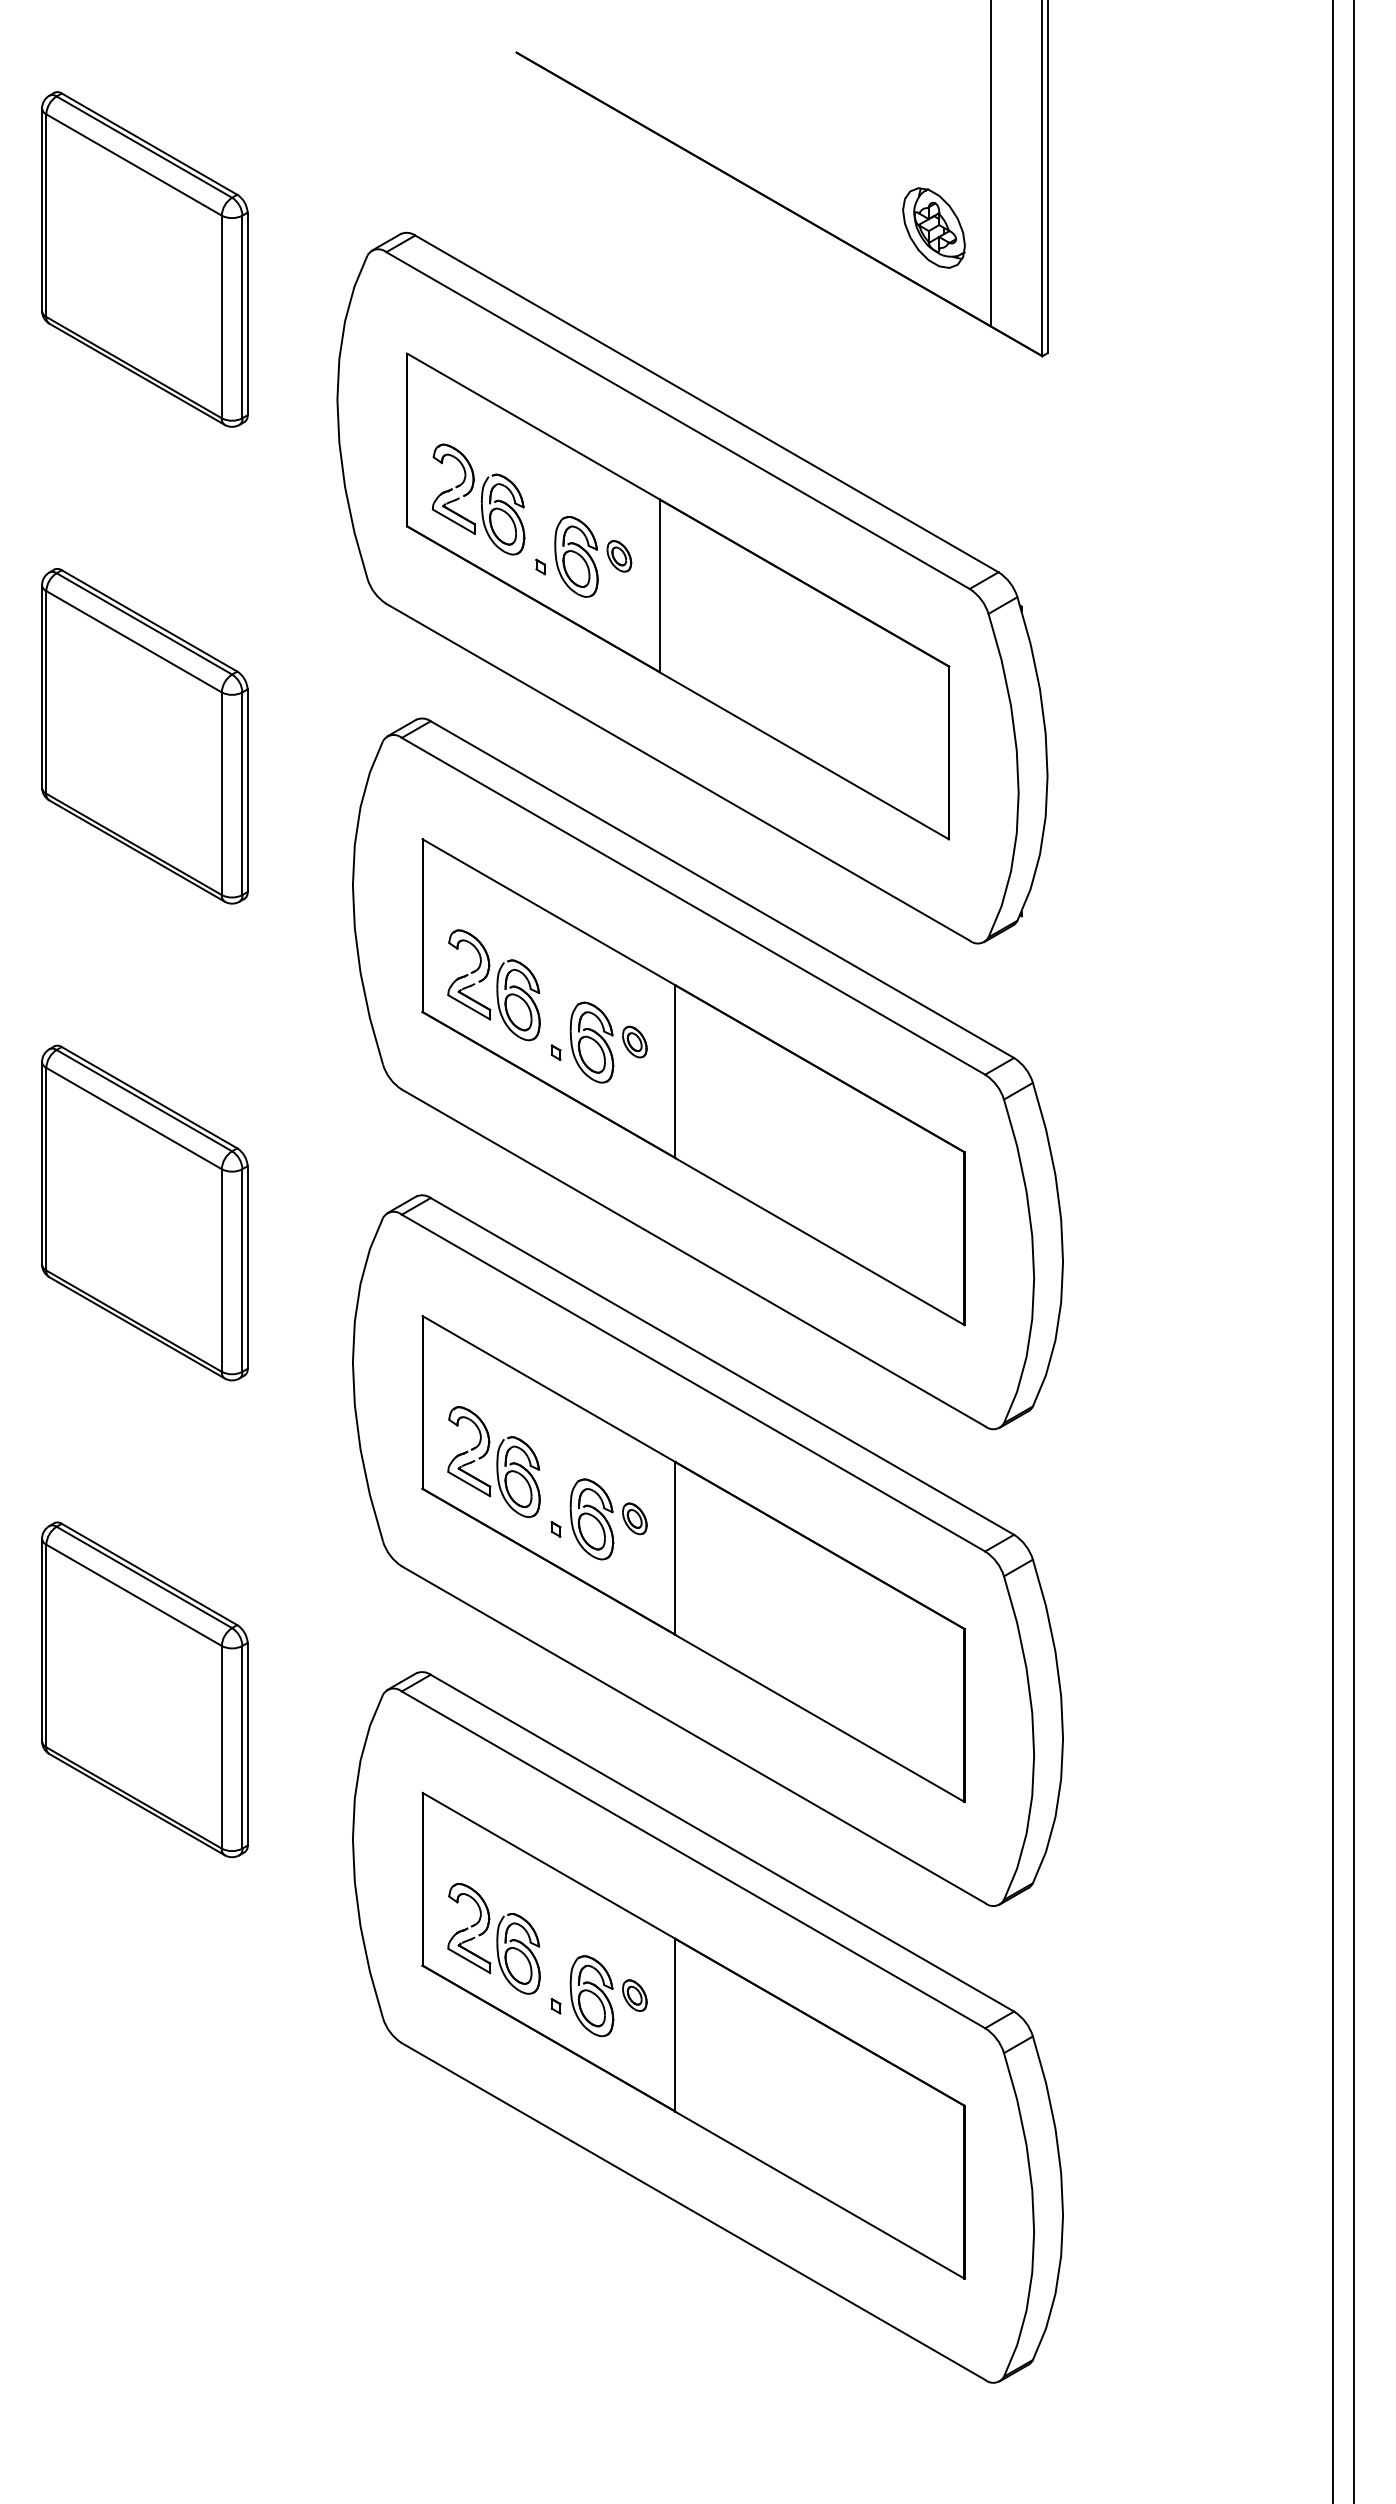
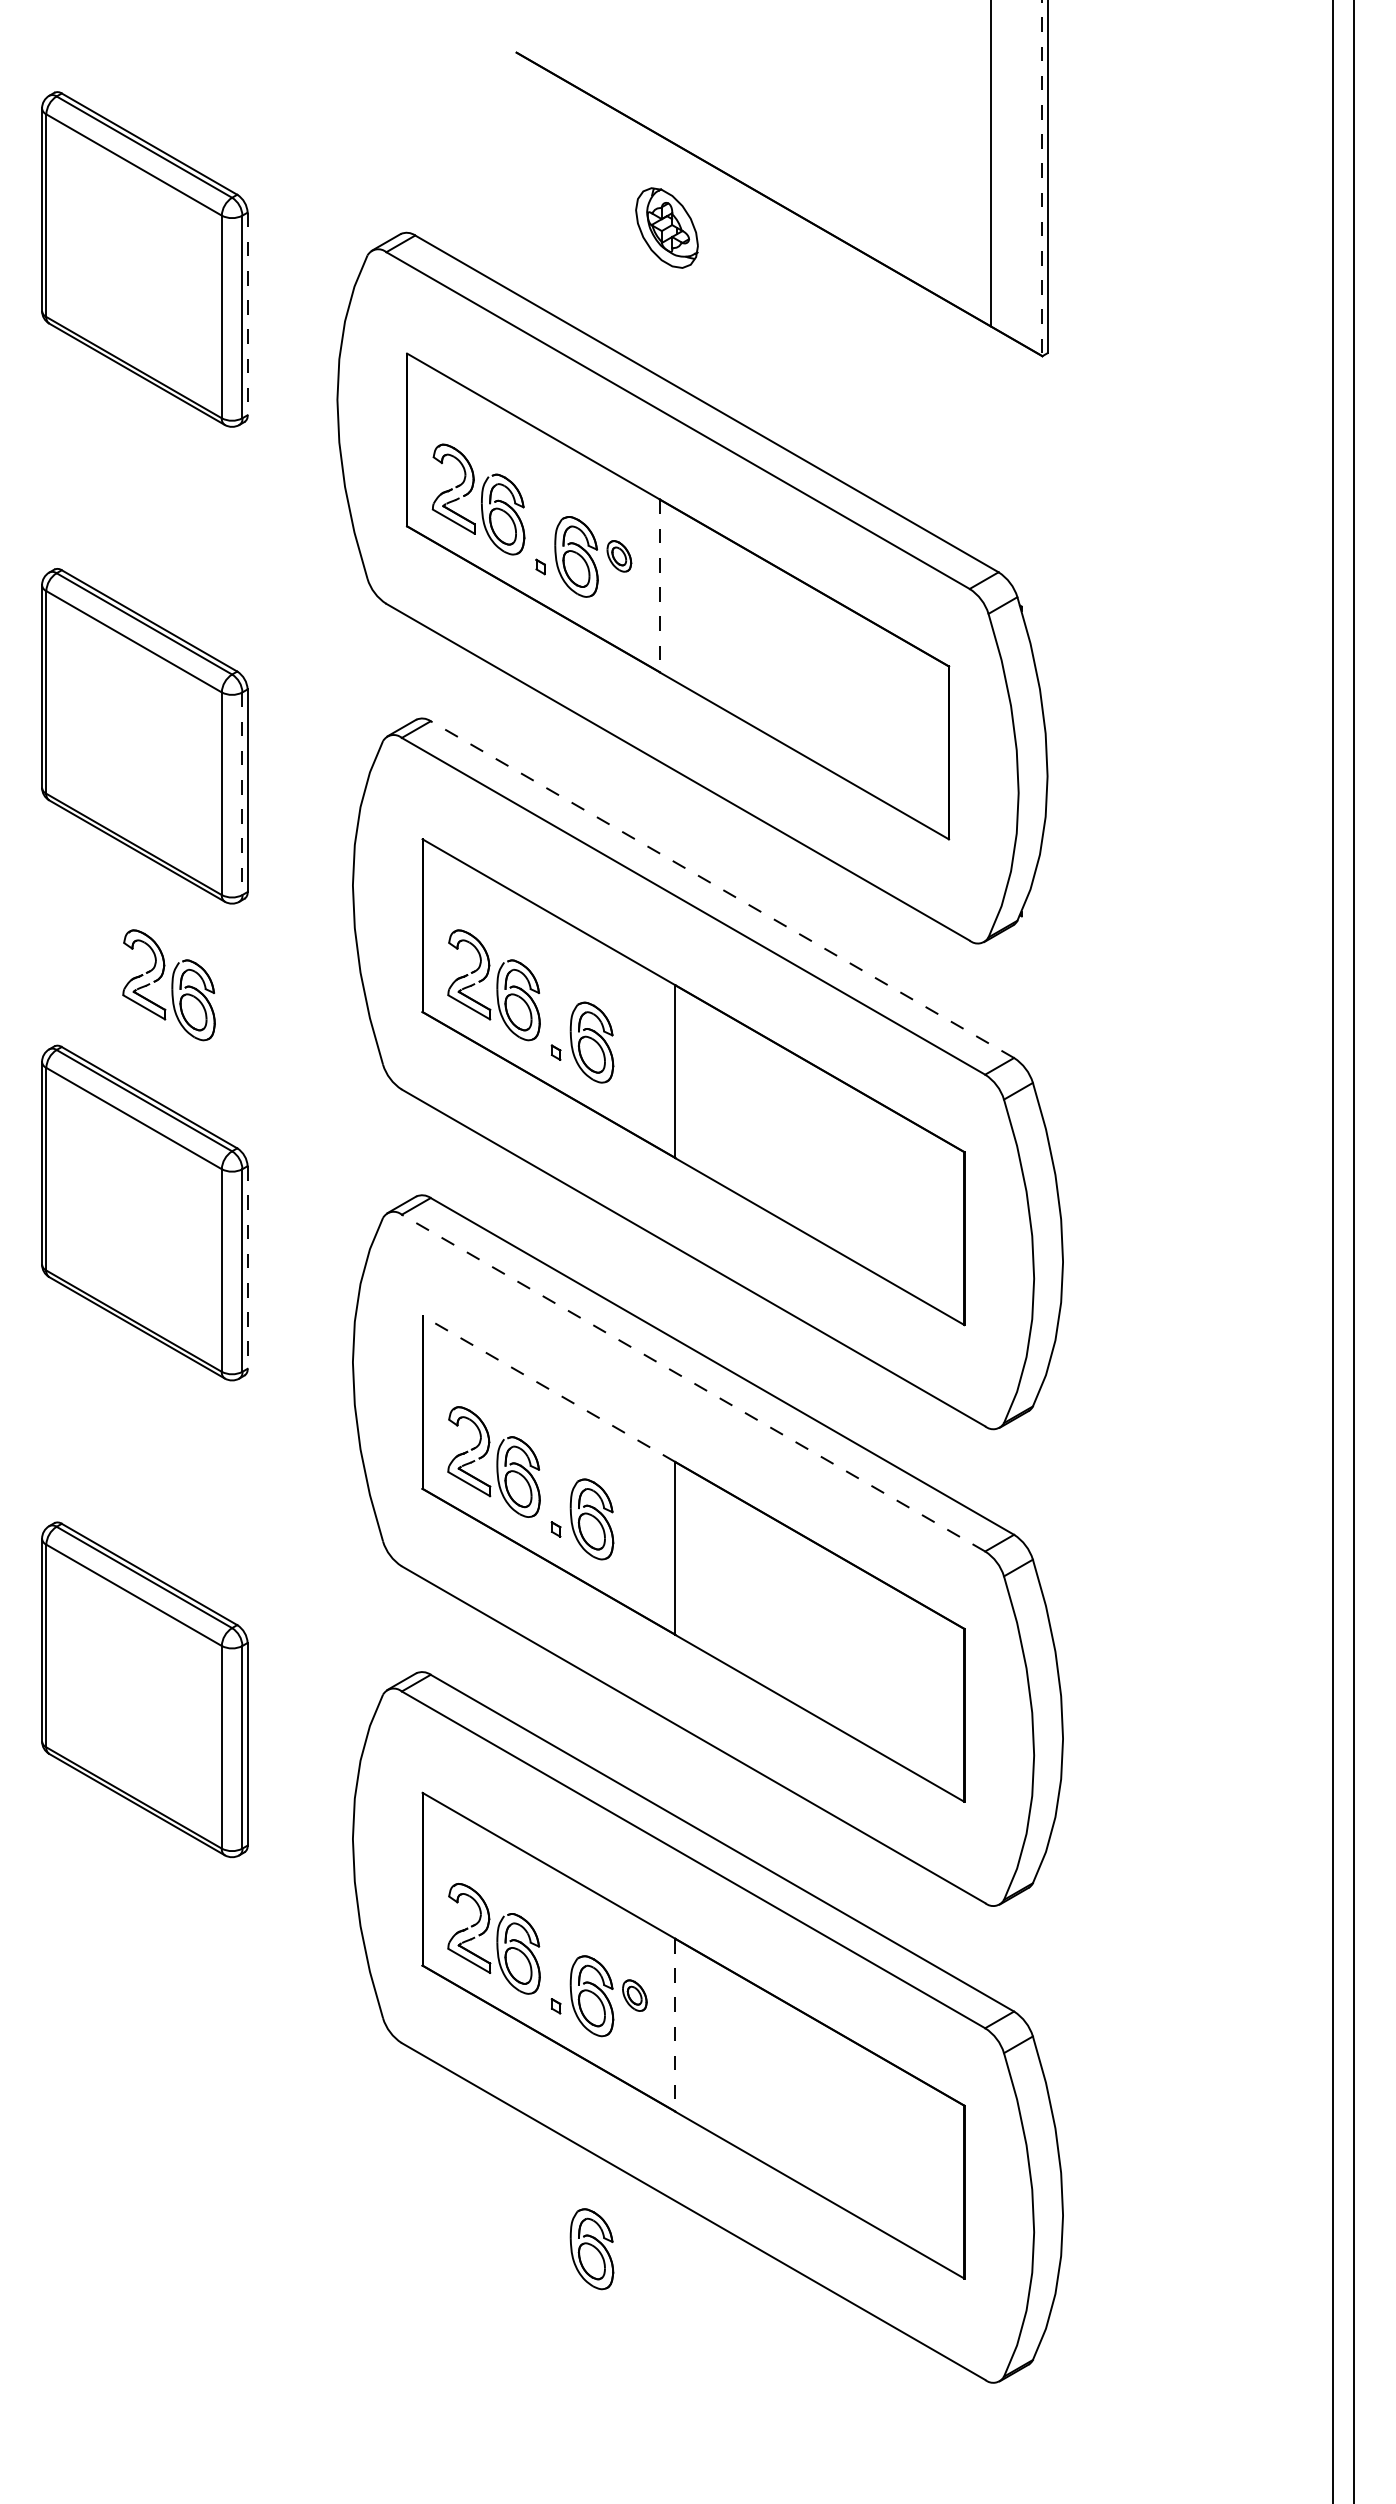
line at (1042, 178): solid -> dashed
part at (933, 227) position: (933, 227) -> (666, 227)
line at (247, 314): solid -> dashed
line at (659, 586): solid -> dashed
line at (242, 794): solid -> dashed
line at (722, 889): solid -> dashed
part at (168, 985): none -> present
part at (634, 1041): present -> none
line at (247, 1268): solid -> dashed
line at (693, 1383): solid -> dashed
line at (548, 1388): solid -> dashed
part at (634, 1518): present -> none
line at (675, 2025): solid -> dashed
part at (591, 2249): none -> present
